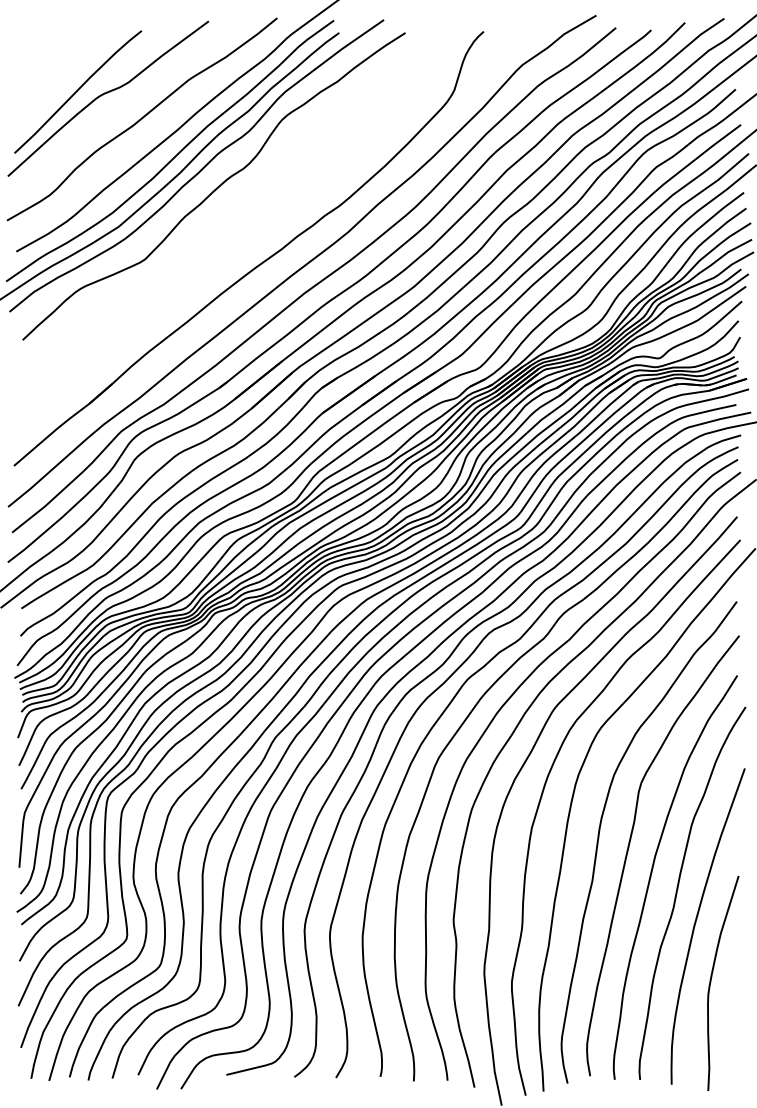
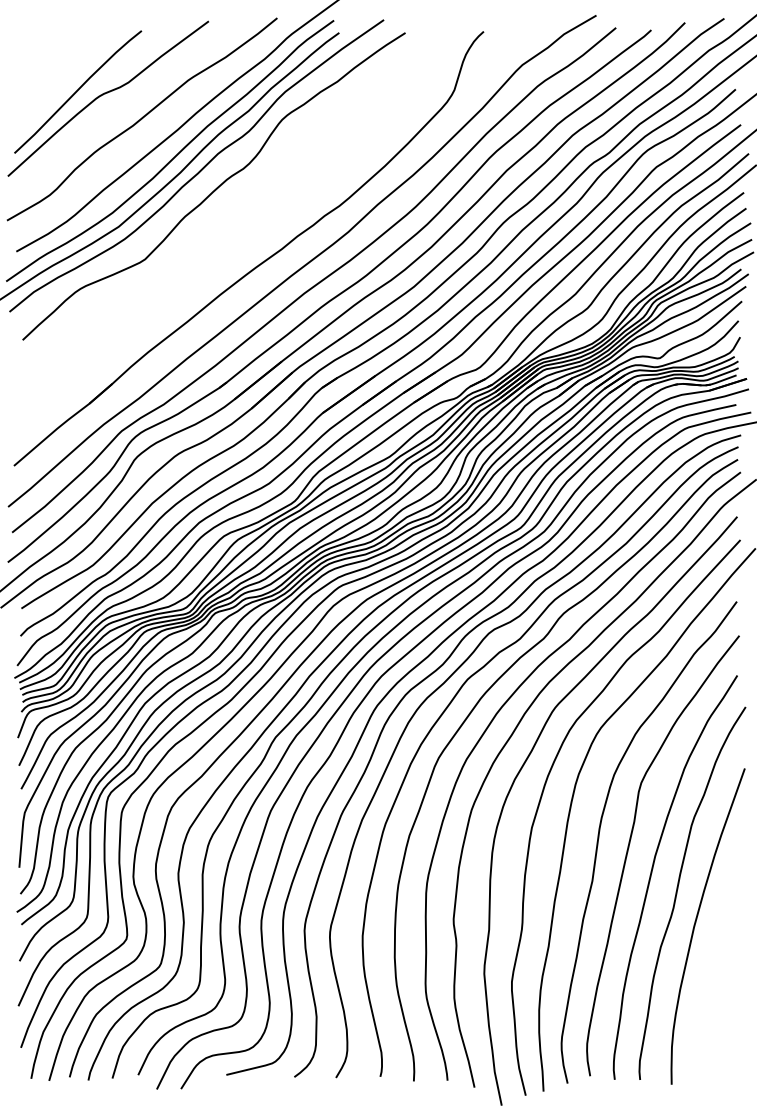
curve at (711, 982): present -> none
